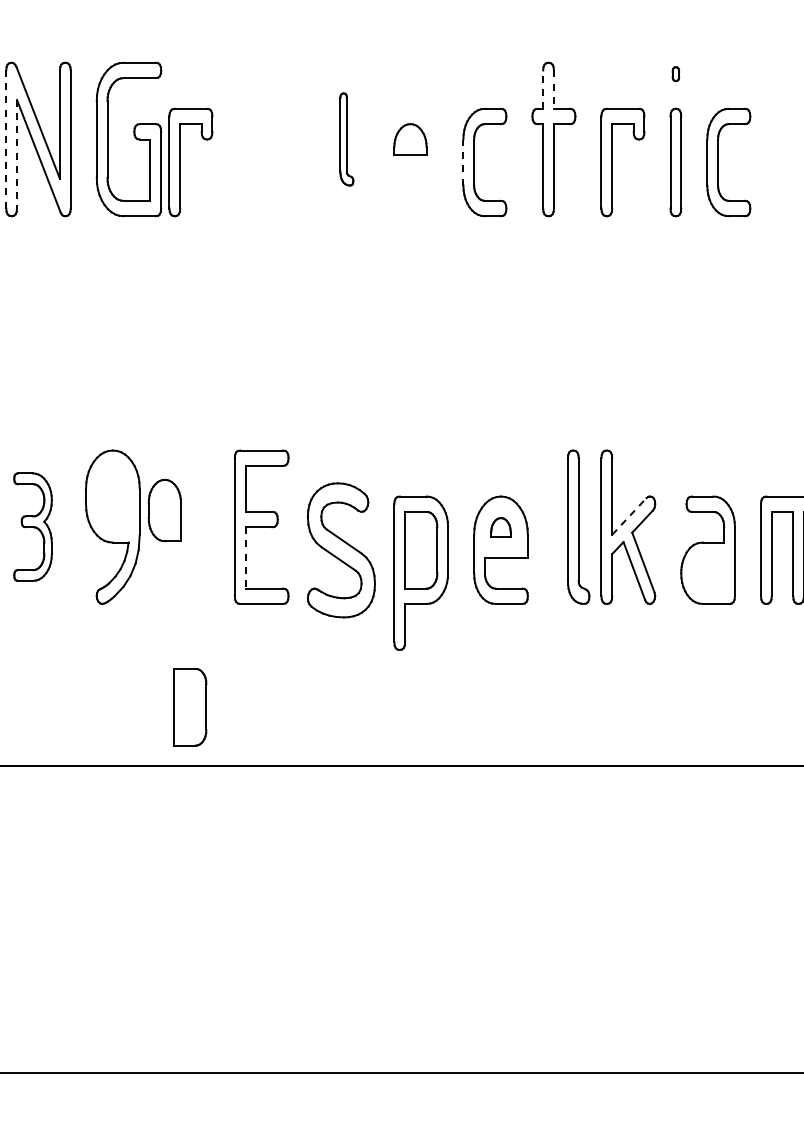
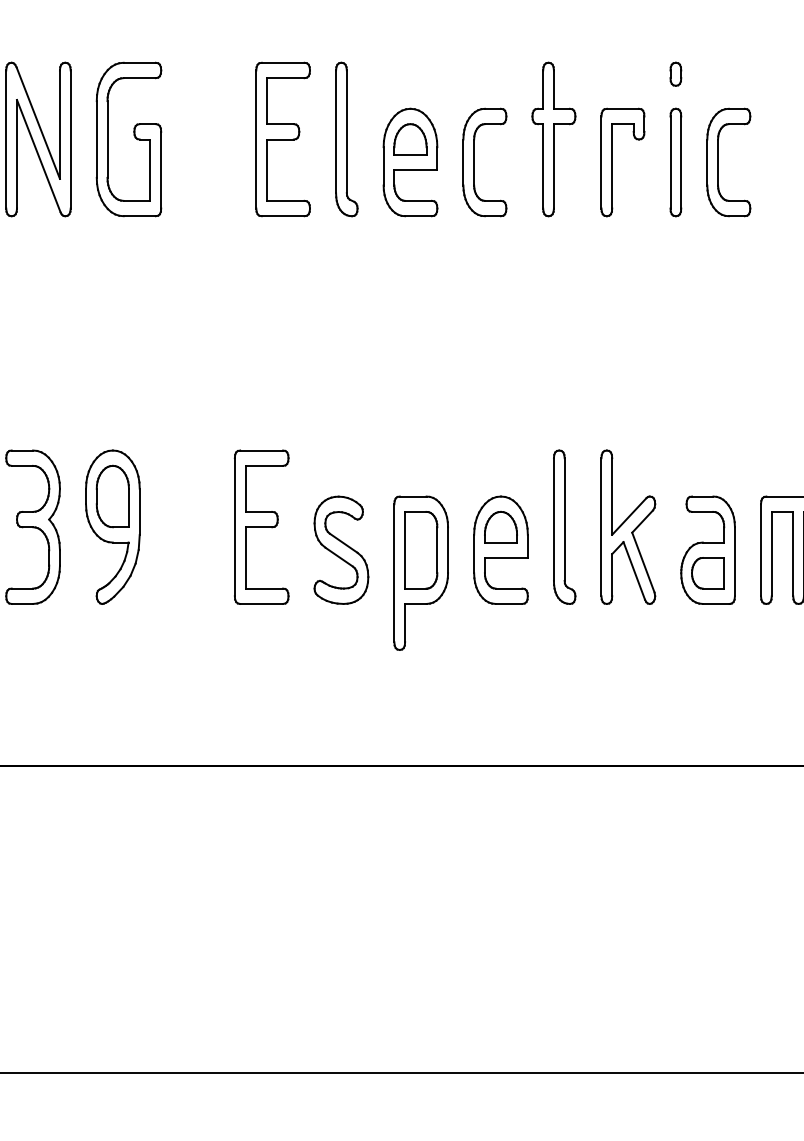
part at (675, 74) size: 10x17 px -> 14x26 px
line at (543, 89): dashed -> solid
line at (553, 90): dashed -> solid
line at (6, 139): dashed -> solid
part at (282, 139): none -> present
part at (346, 139) size: 16x95 px -> 24x157 px
line at (17, 154): dashed -> solid
part at (180, 162): present -> none
part at (410, 162): none -> present
line at (463, 162): dashed -> solid
part at (164, 510) position: (164, 510) -> (112, 496)
line at (629, 516): dashed -> solid
part at (32, 526) size: 40x110 px -> 56x156 px
part at (578, 526) position: (578, 526) -> (564, 526)
part at (500, 527) size: 22x21 px -> 34x33 px
part at (340, 550) size: 70x137 px -> 57x110 px
line at (245, 557): dashed -> solid
part at (707, 573): none -> present
part at (190, 707): present -> none
